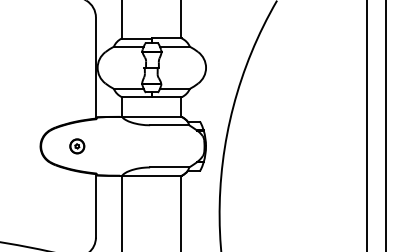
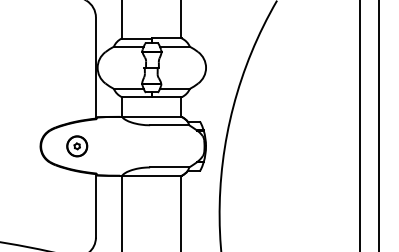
line at (367, 125) position: (367, 125) -> (360, 125)
line at (385, 125) position: (385, 125) -> (378, 125)
part at (77, 146) size: 17x17 px -> 23x23 px
